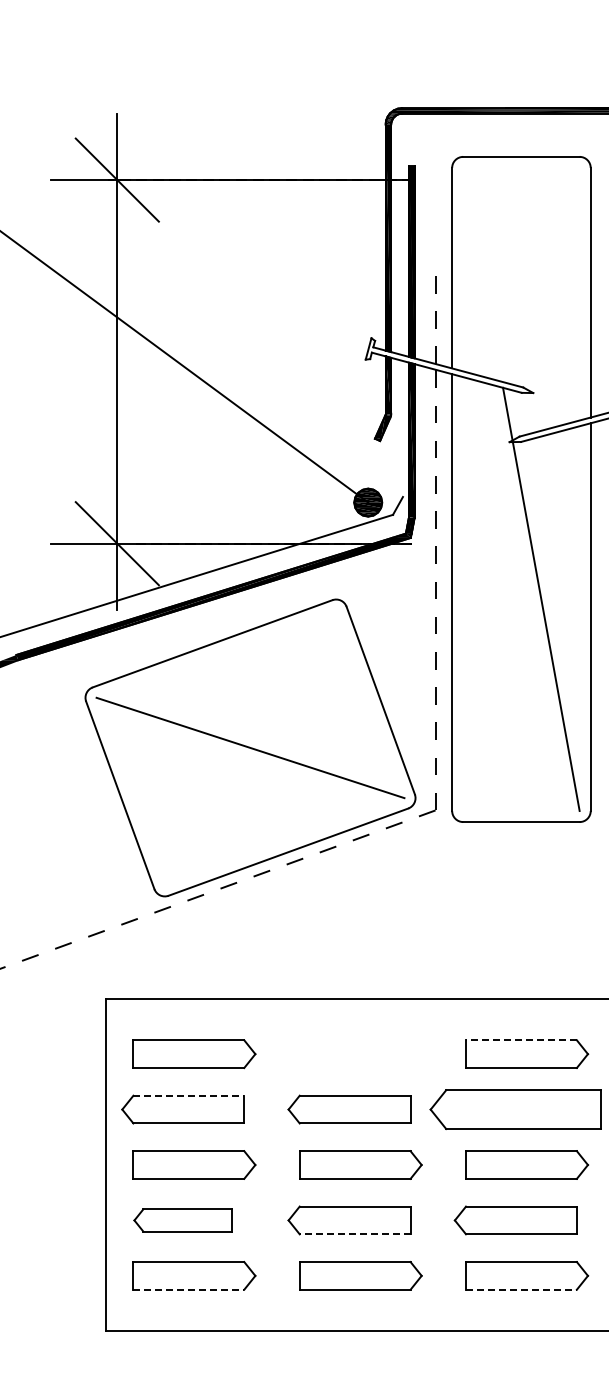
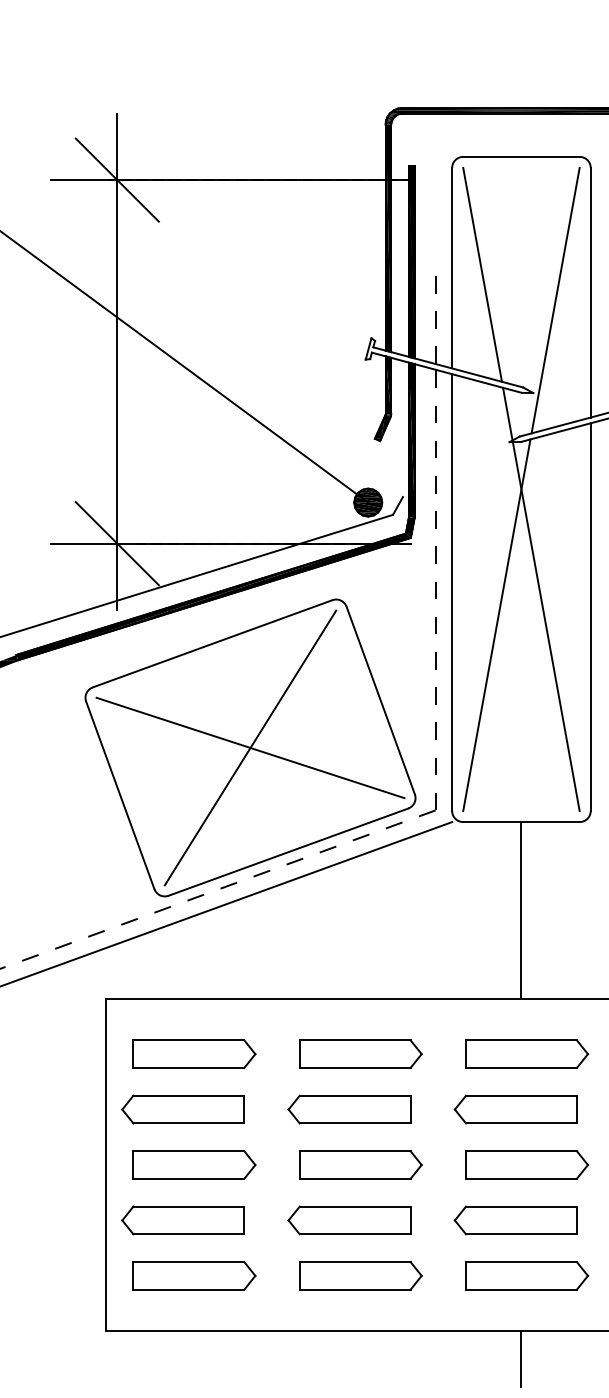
line at (482, 274): none -> present
line at (555, 300): none -> present
line at (496, 624): none -> present
line at (250, 747): none -> present
line at (227, 903): none -> present
line at (521, 910): none -> present
line at (520, 1040): dashed -> solid
part at (360, 1054): none -> present
line at (189, 1095): dashed -> solid
part at (515, 1109) size: 173x41 px -> 125x31 px
part at (182, 1220) size: 100x25 px -> 124x31 px
line at (354, 1234): dashed -> solid
line at (189, 1289): dashed -> solid
line at (521, 1289): dashed -> solid
line at (521, 1358): none -> present
